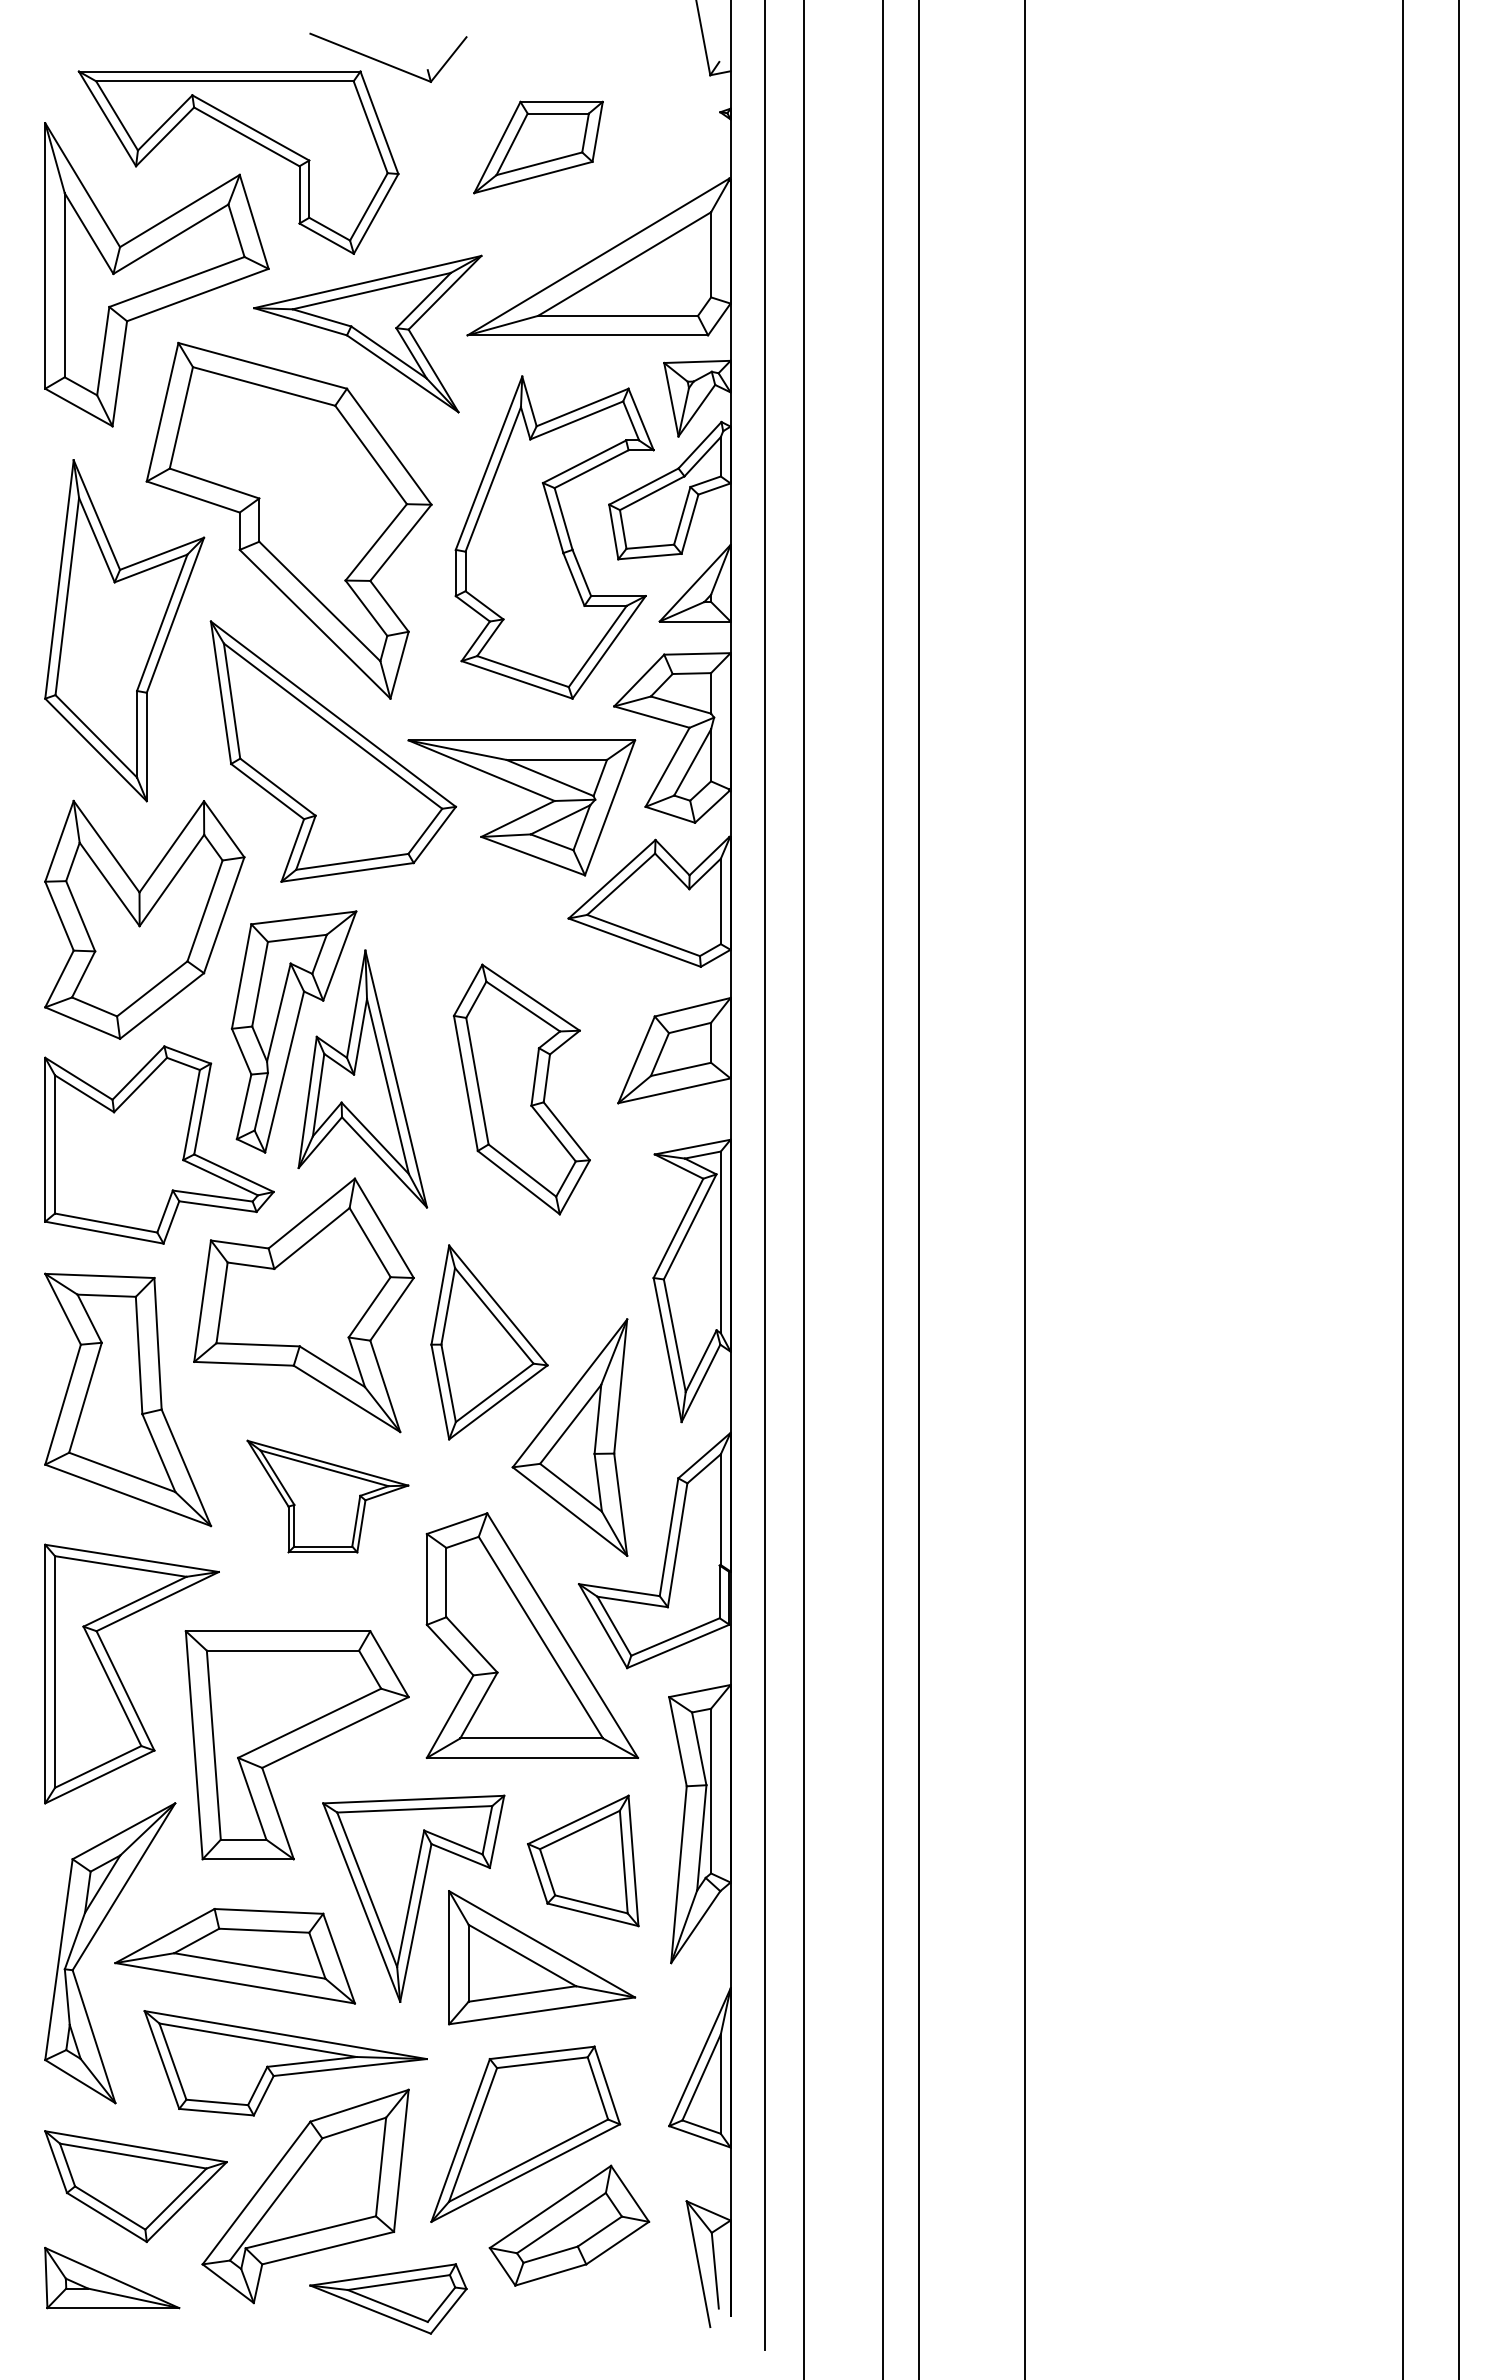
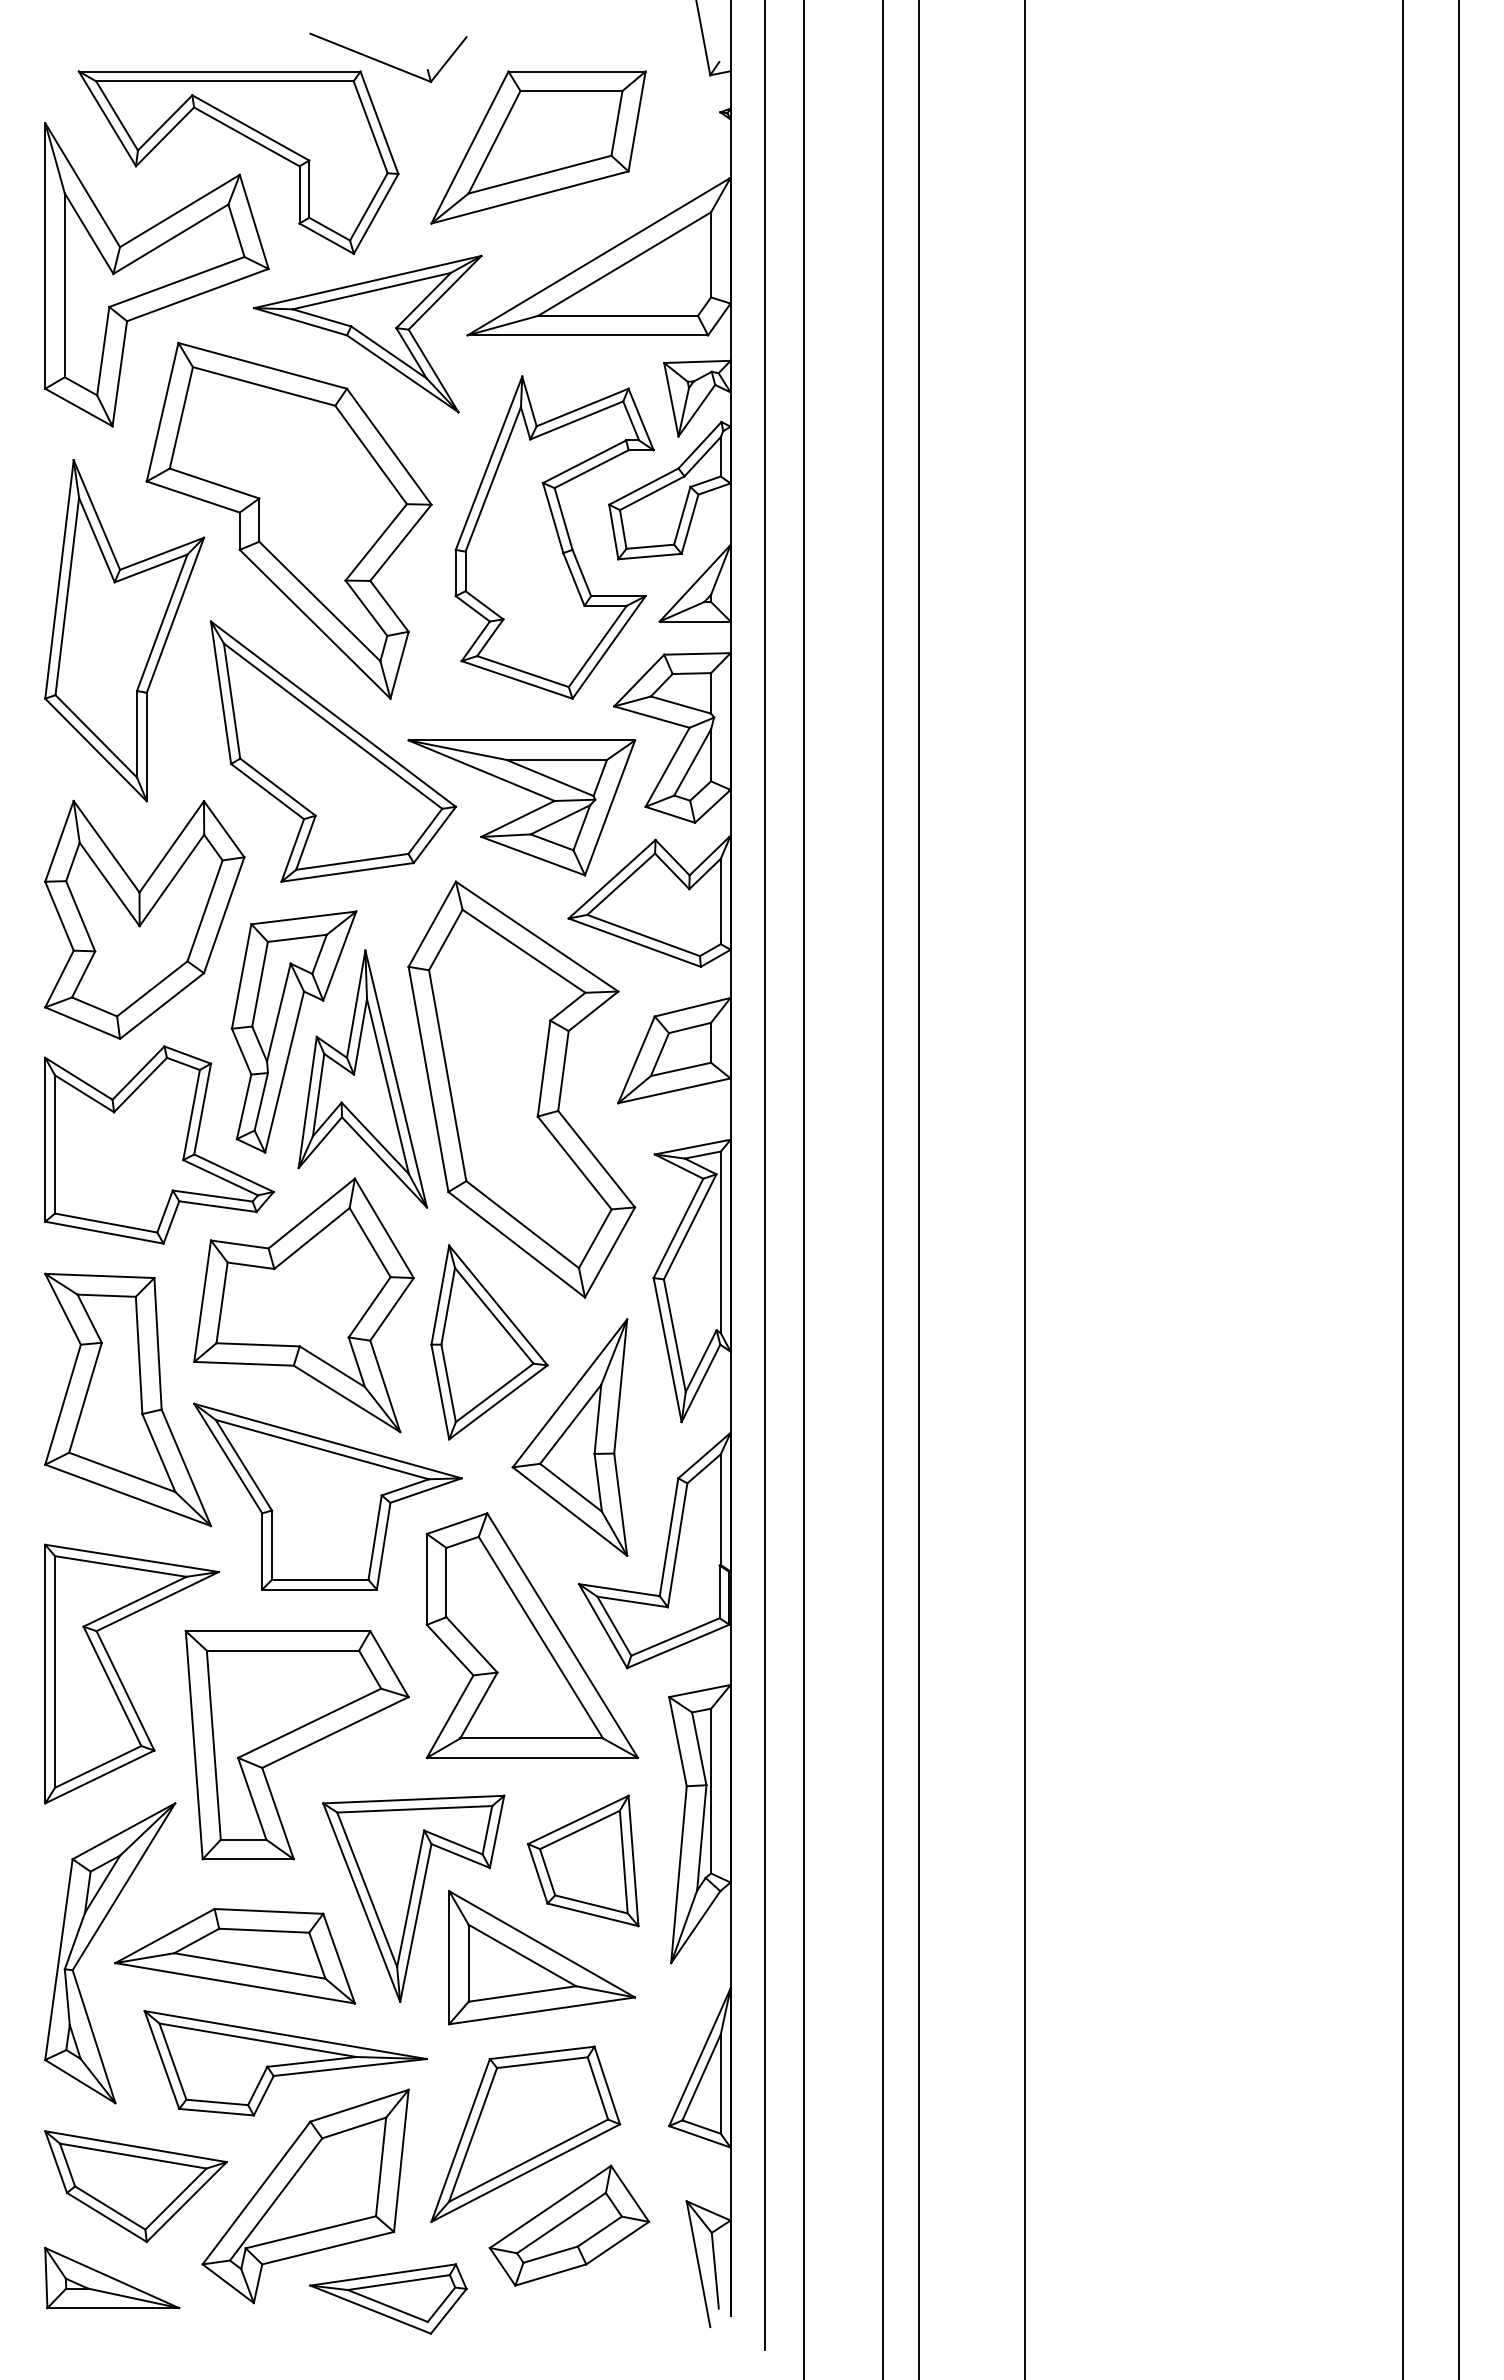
part at (538, 147) size: 131x95 px -> 217x155 px
part at (521, 1089) size: 139x253 px -> 230x419 px
part at (327, 1496) size: 164x115 px -> 270x189 px
